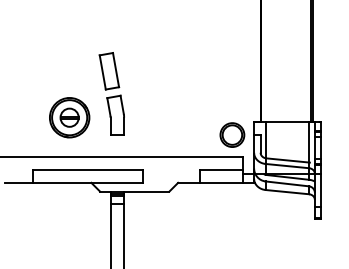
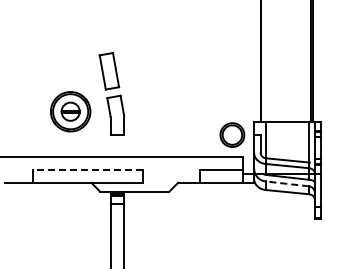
part at (69, 117) position: (69, 117) -> (70, 111)
line at (87, 169): solid -> dashed
line at (287, 183): solid -> dashed
